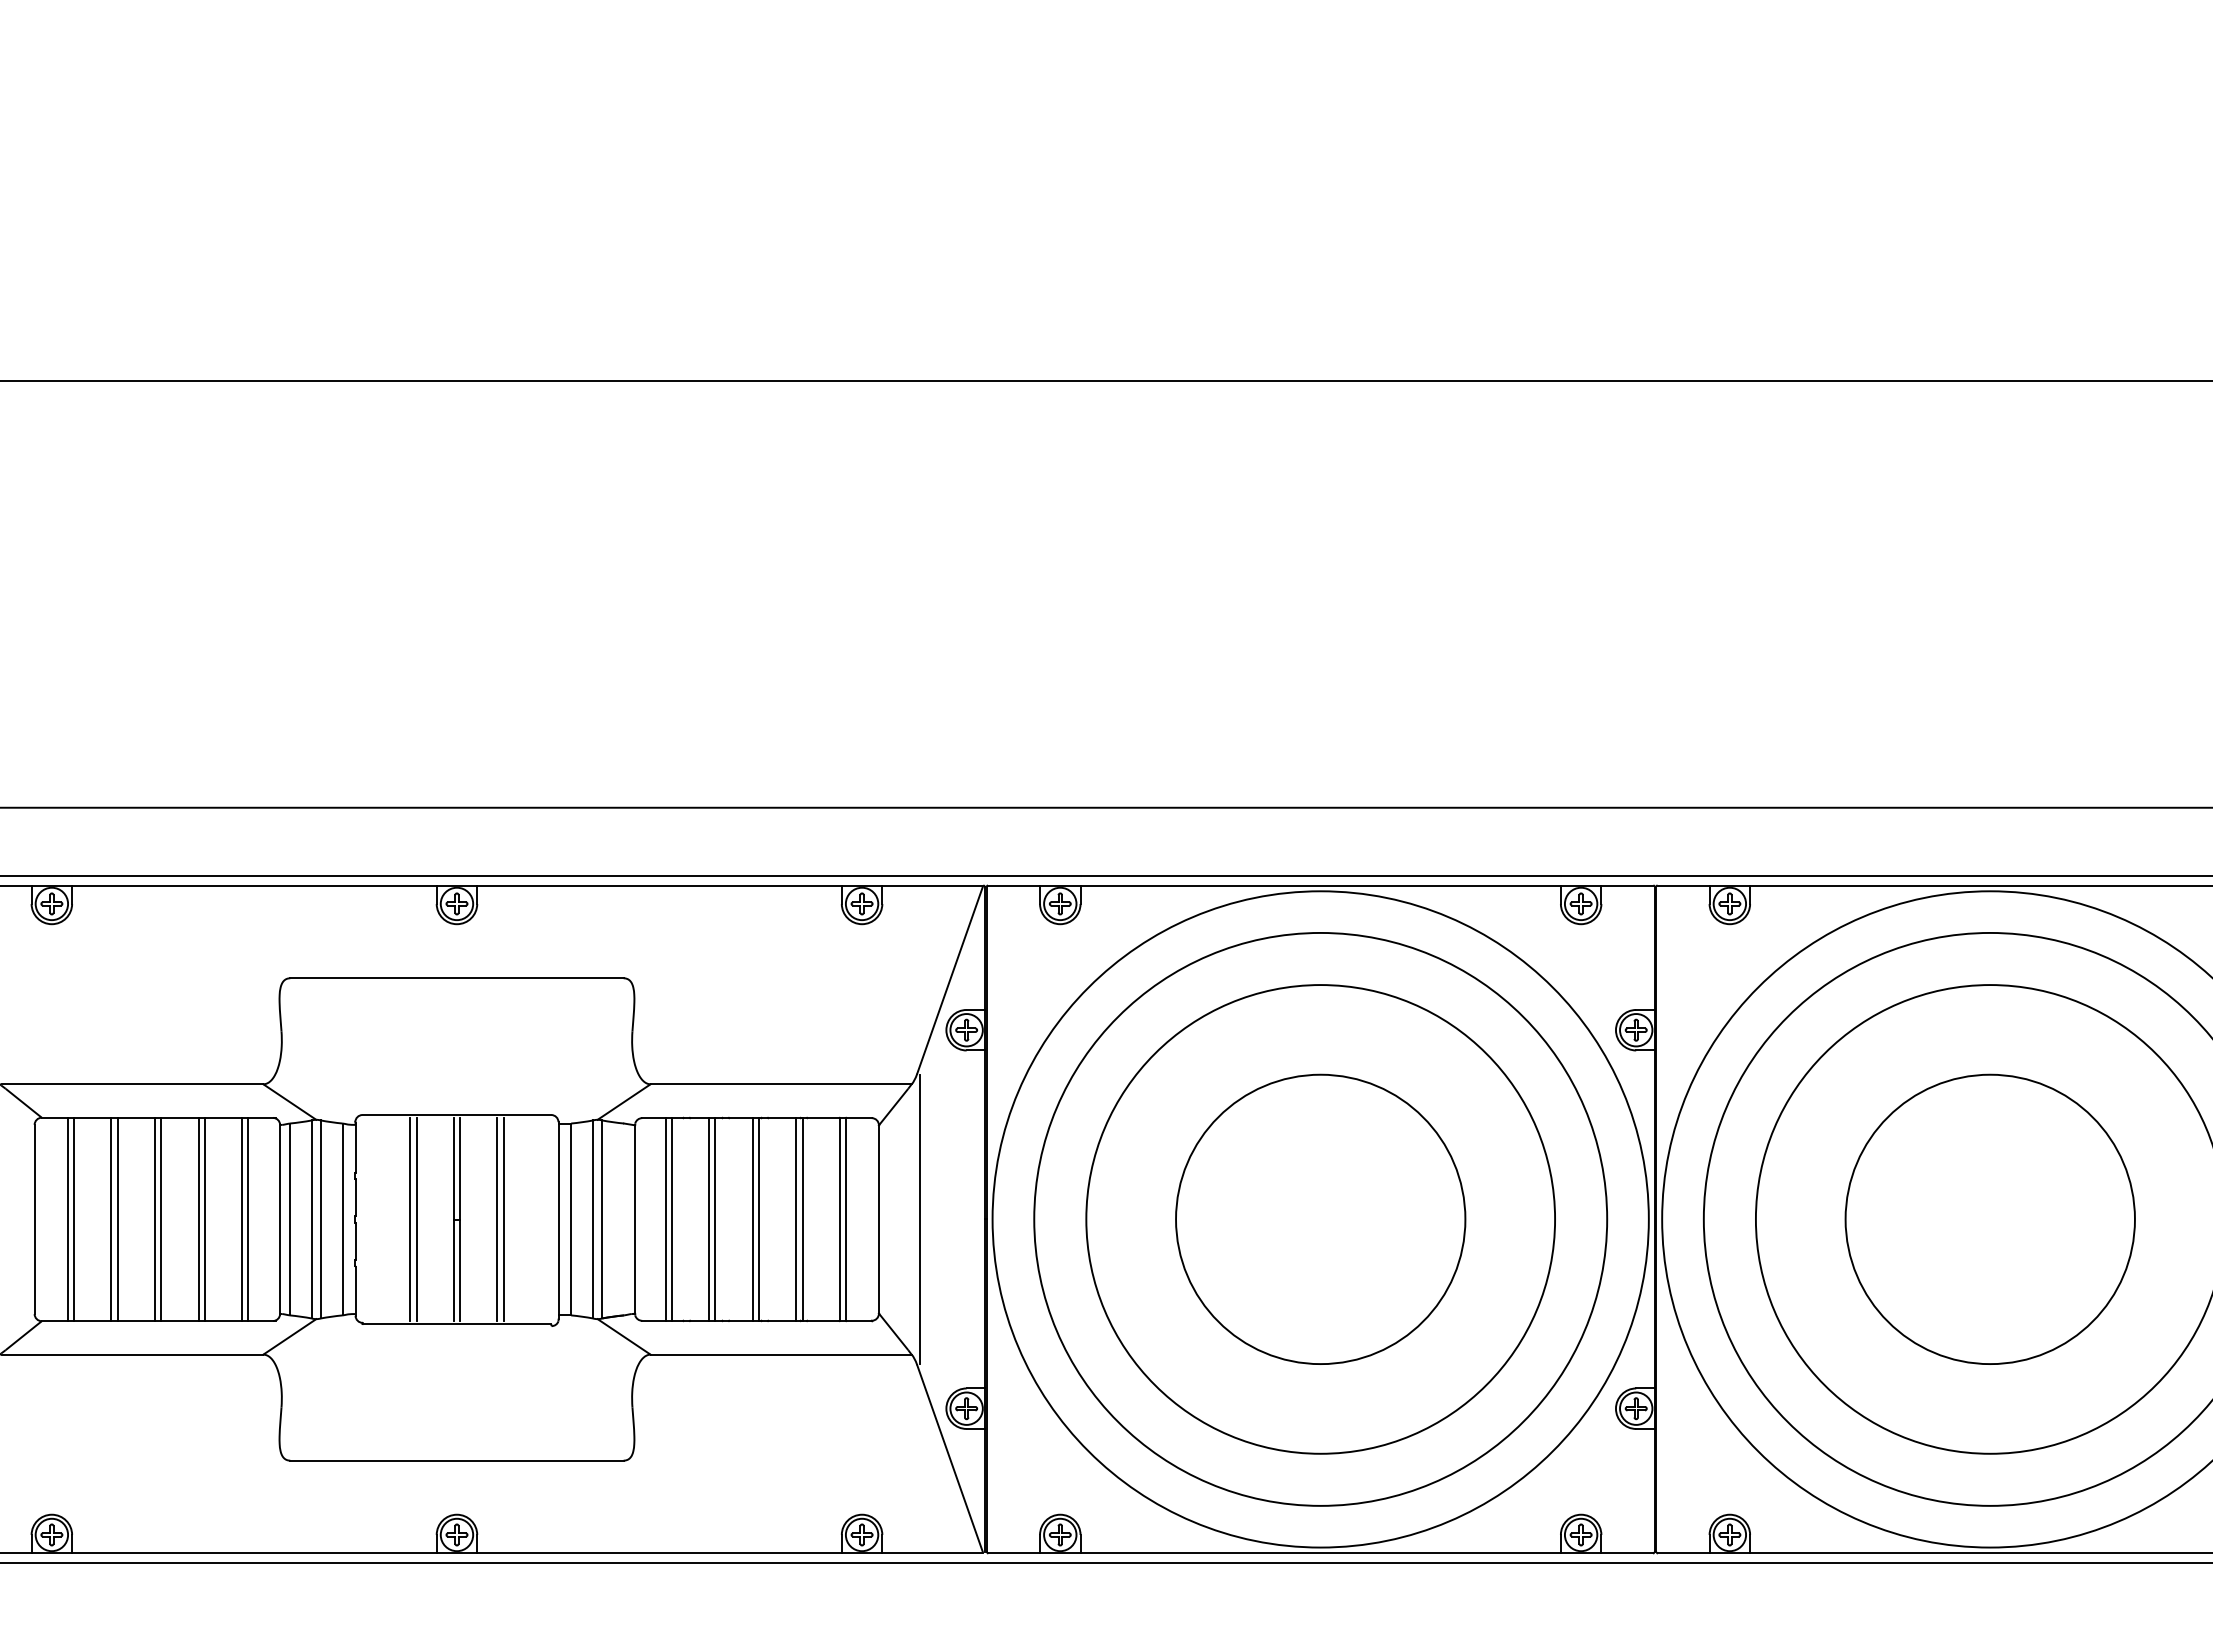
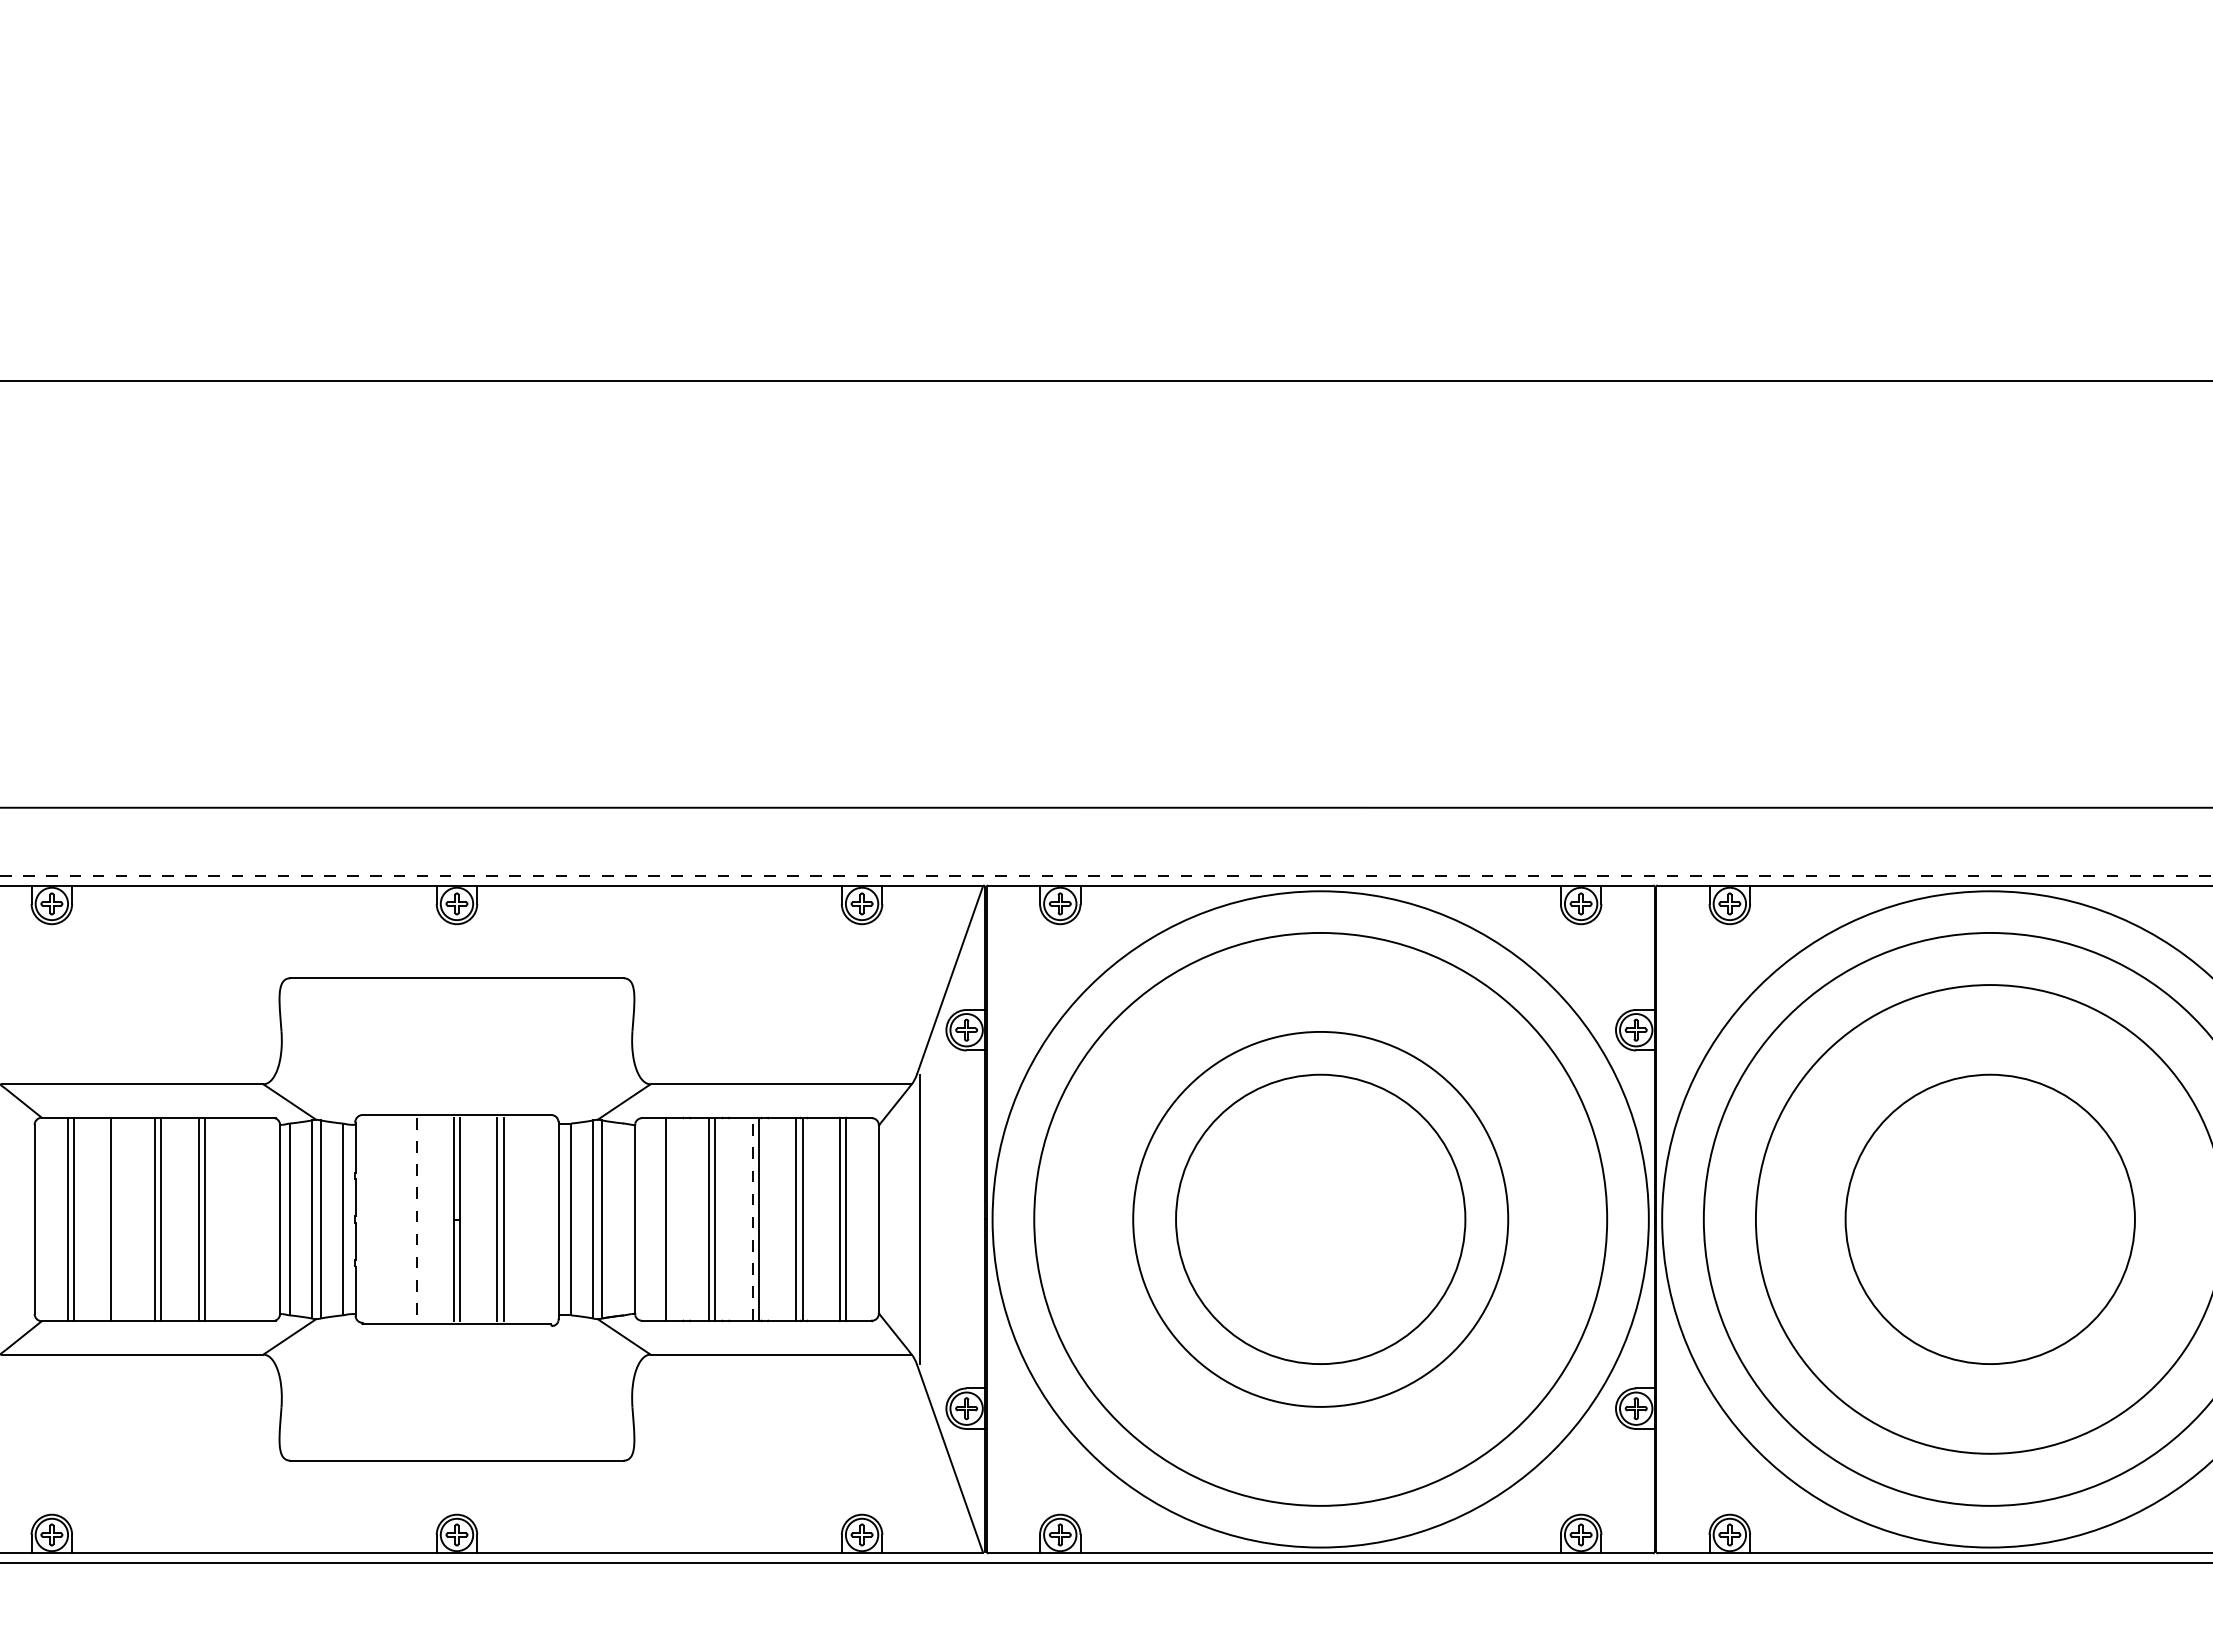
line at (1106, 875): solid -> dashed
line at (117, 1219): present -> none
line at (242, 1219): present -> none
line at (248, 1219): present -> none
line at (410, 1219): present -> none
line at (416, 1219): solid -> dashed
line at (671, 1219): present -> none
line at (752, 1219): solid -> dashed
circle at (1320, 1219) diameter: 469 px -> 375 px
